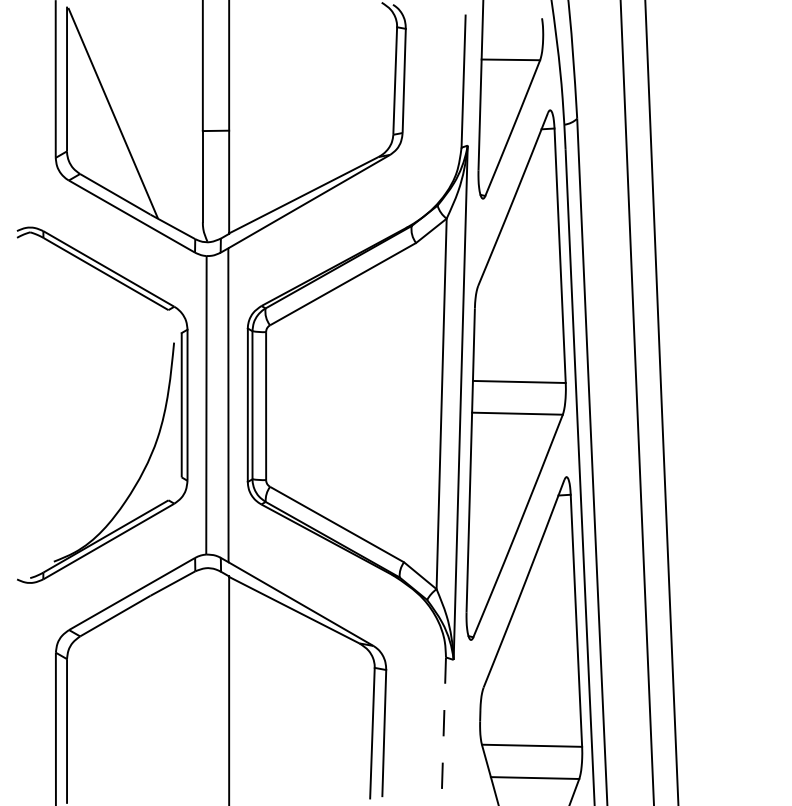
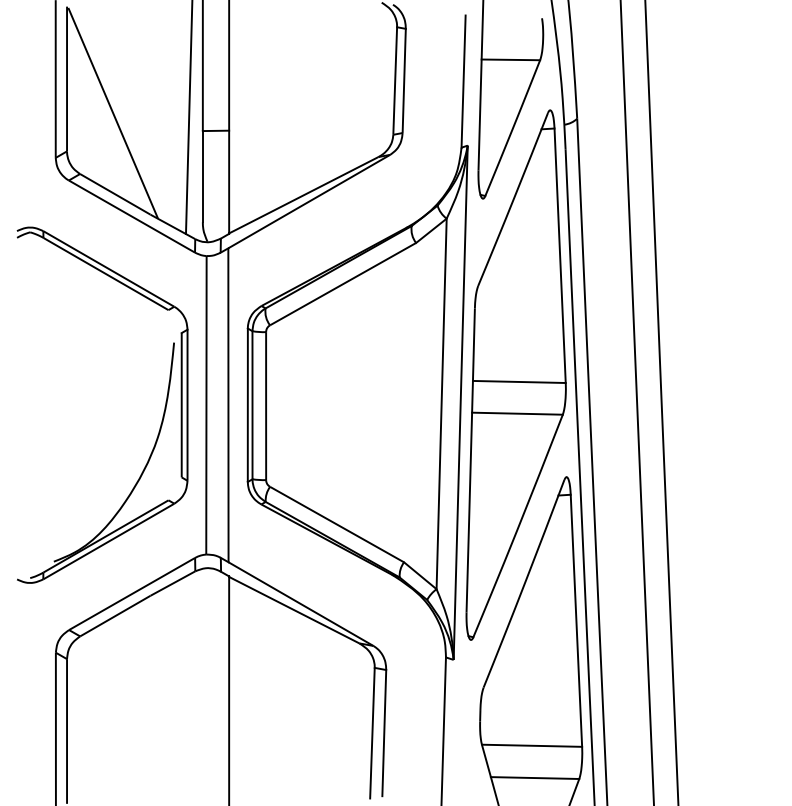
line at (188, 118): none -> present
line at (443, 732): dashed -> solid
